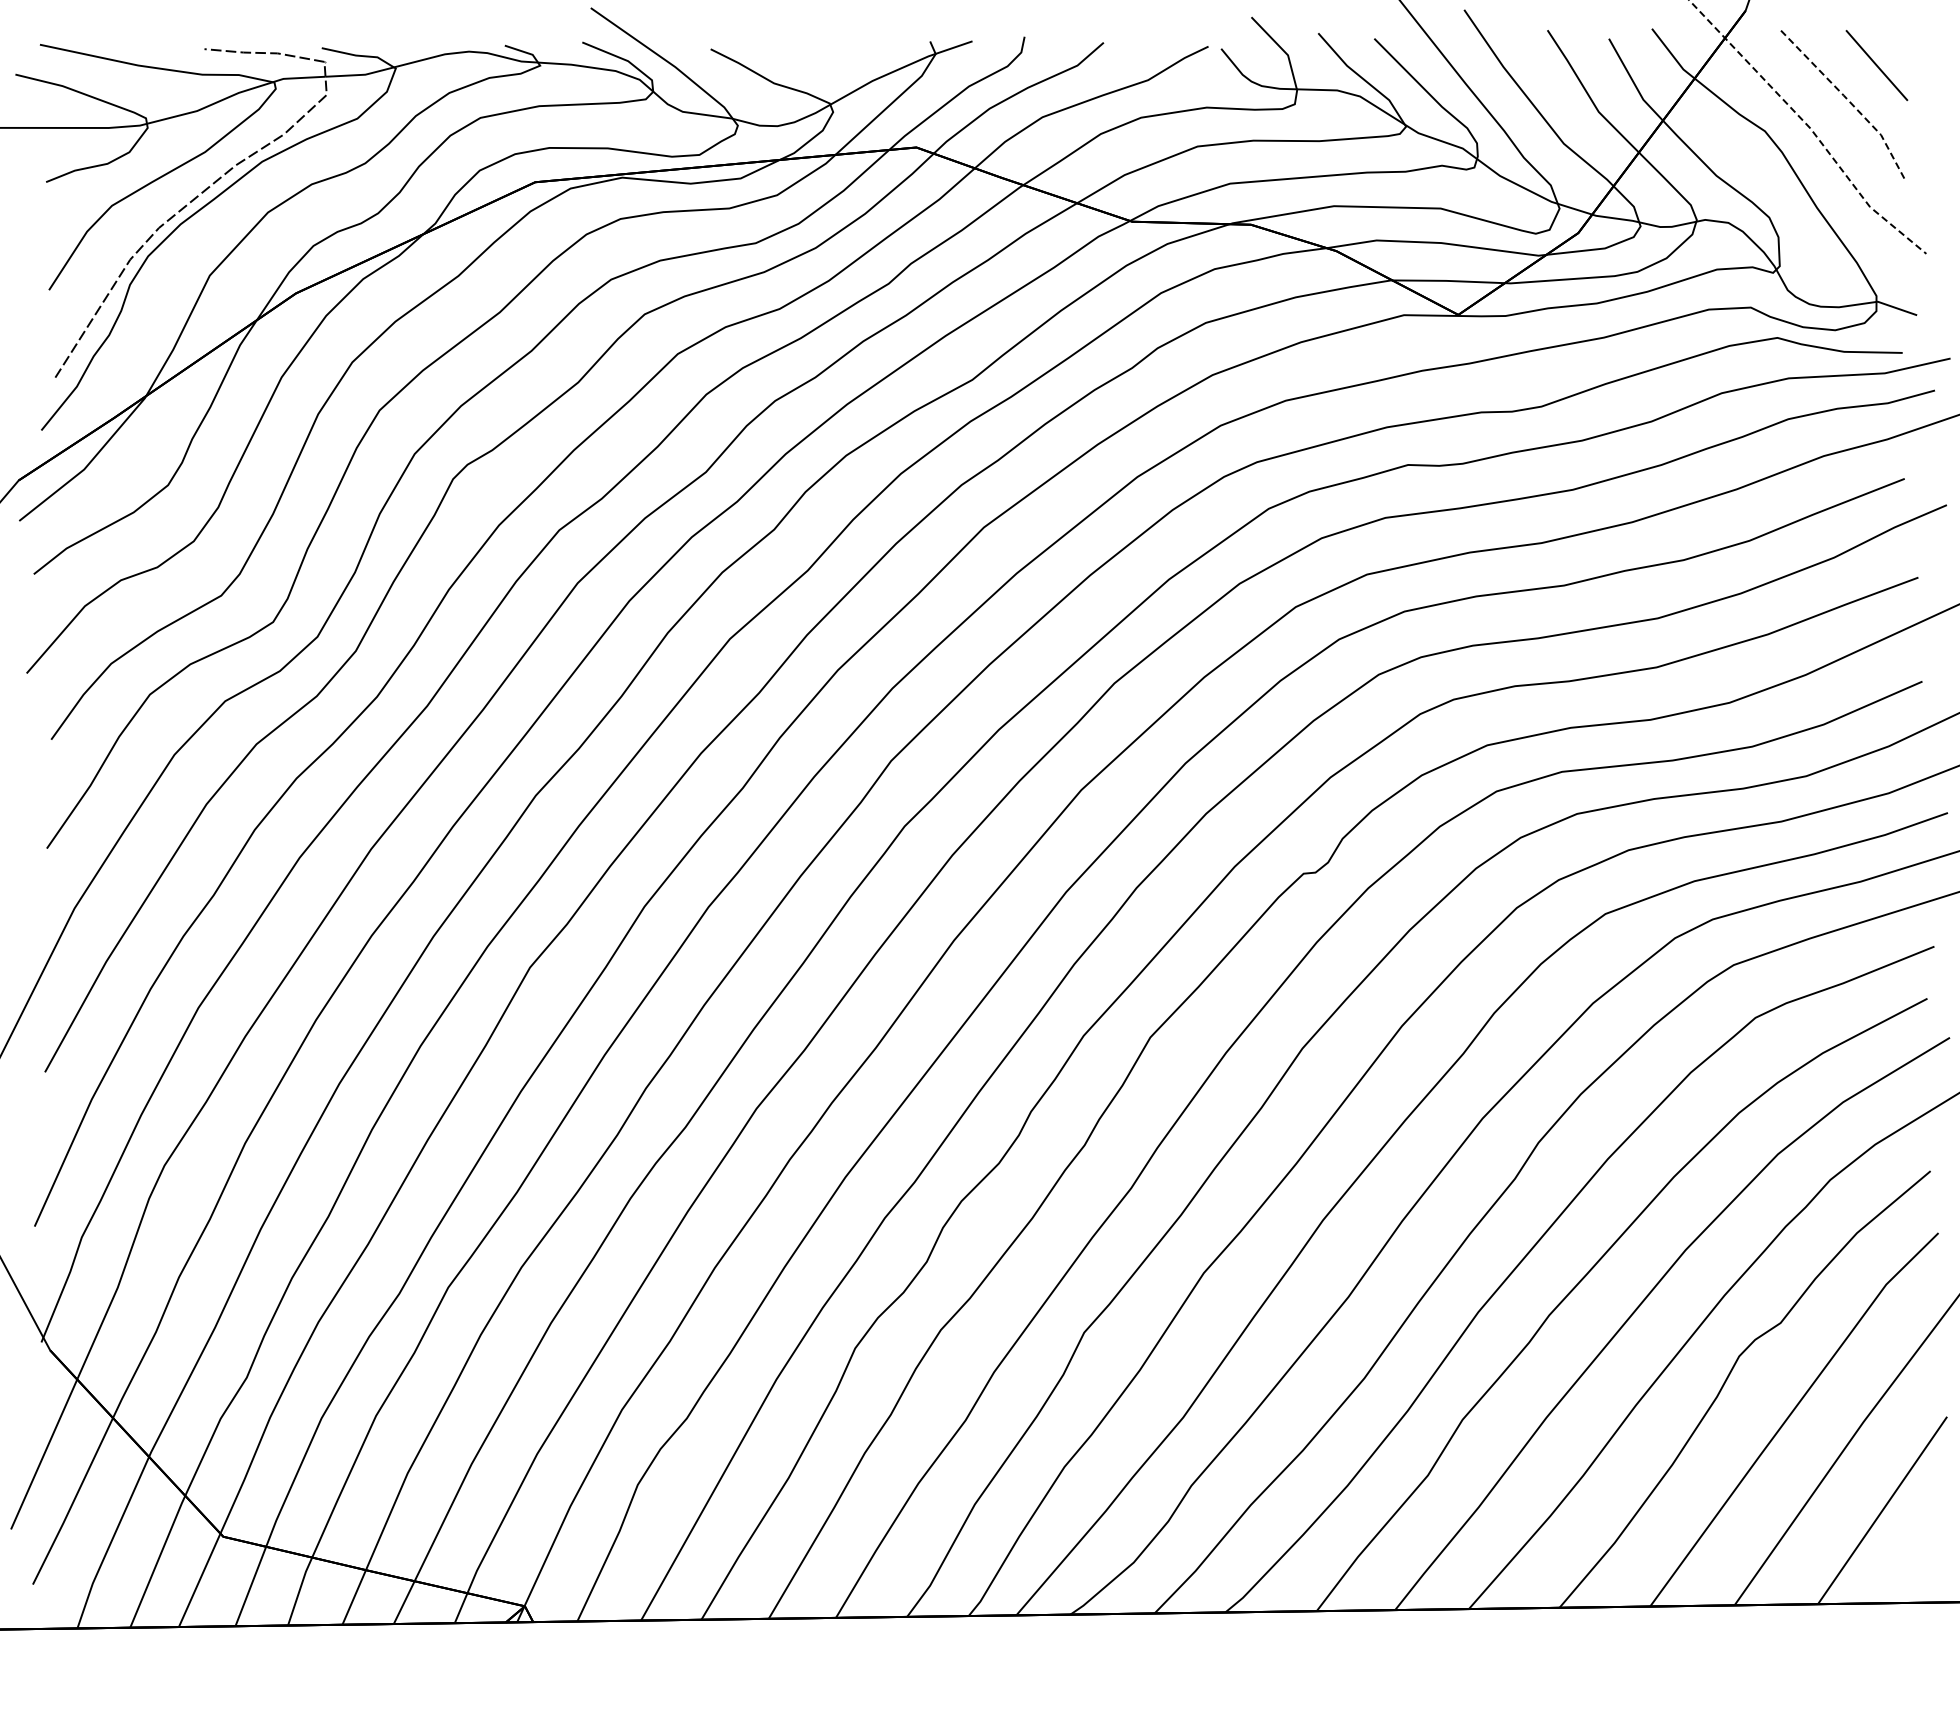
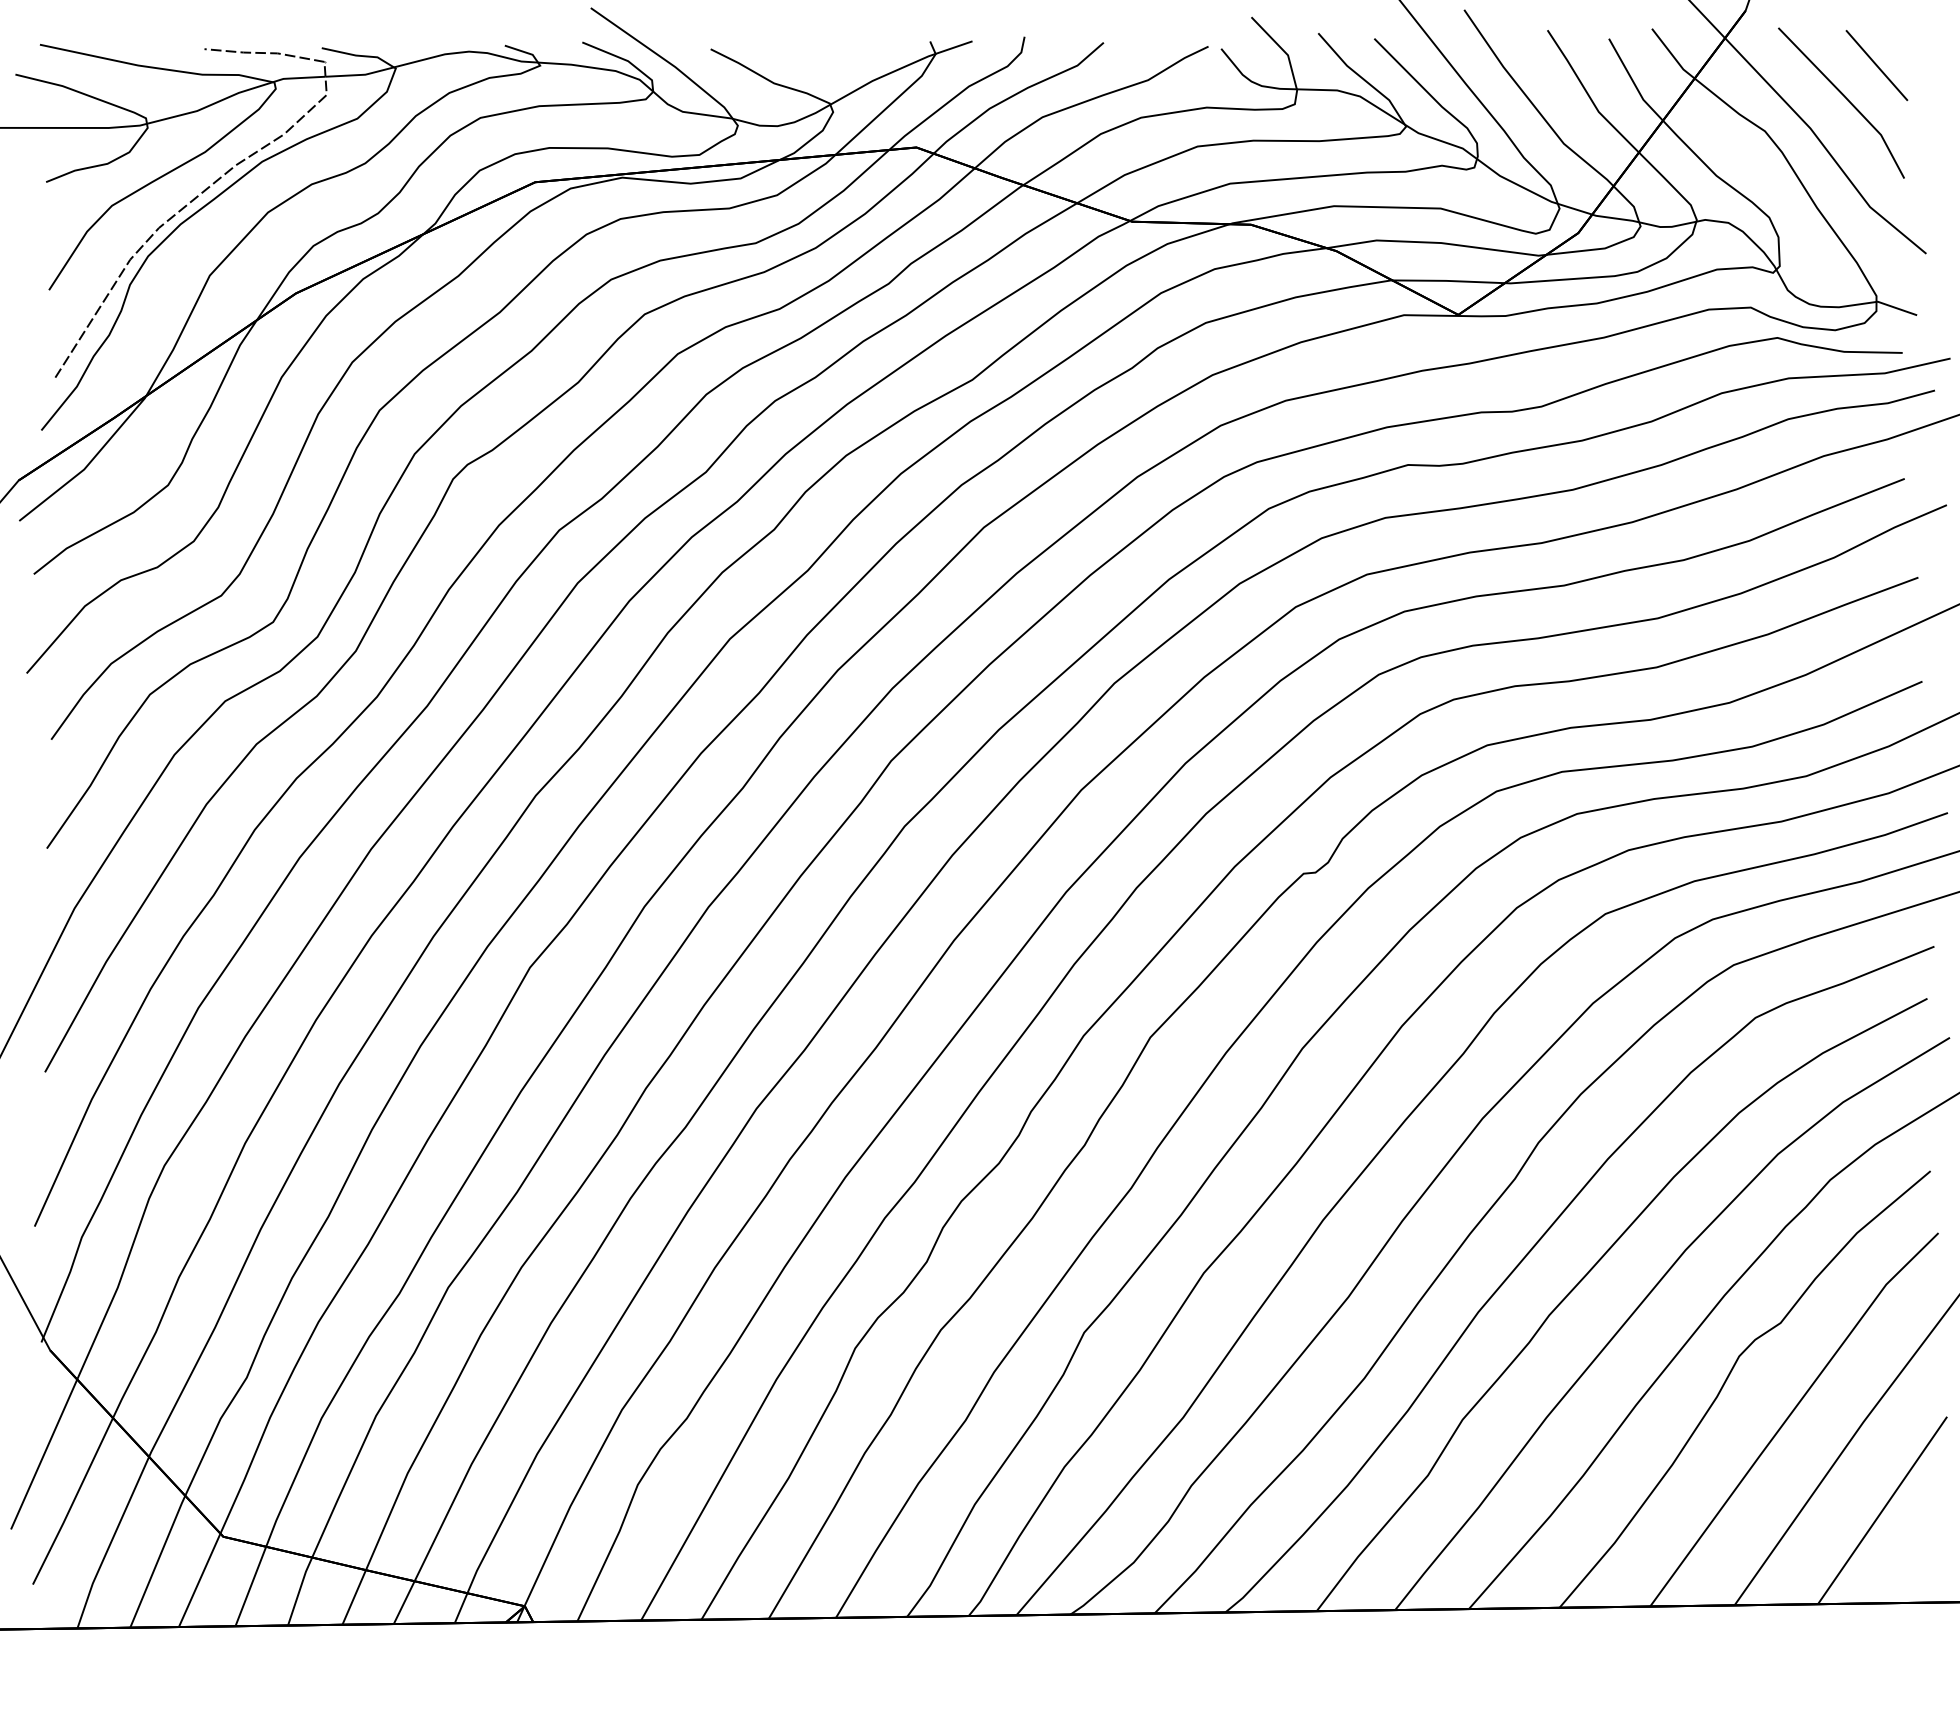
line at (1847, 99): dashed -> solid
line at (1809, 127): dashed -> solid
